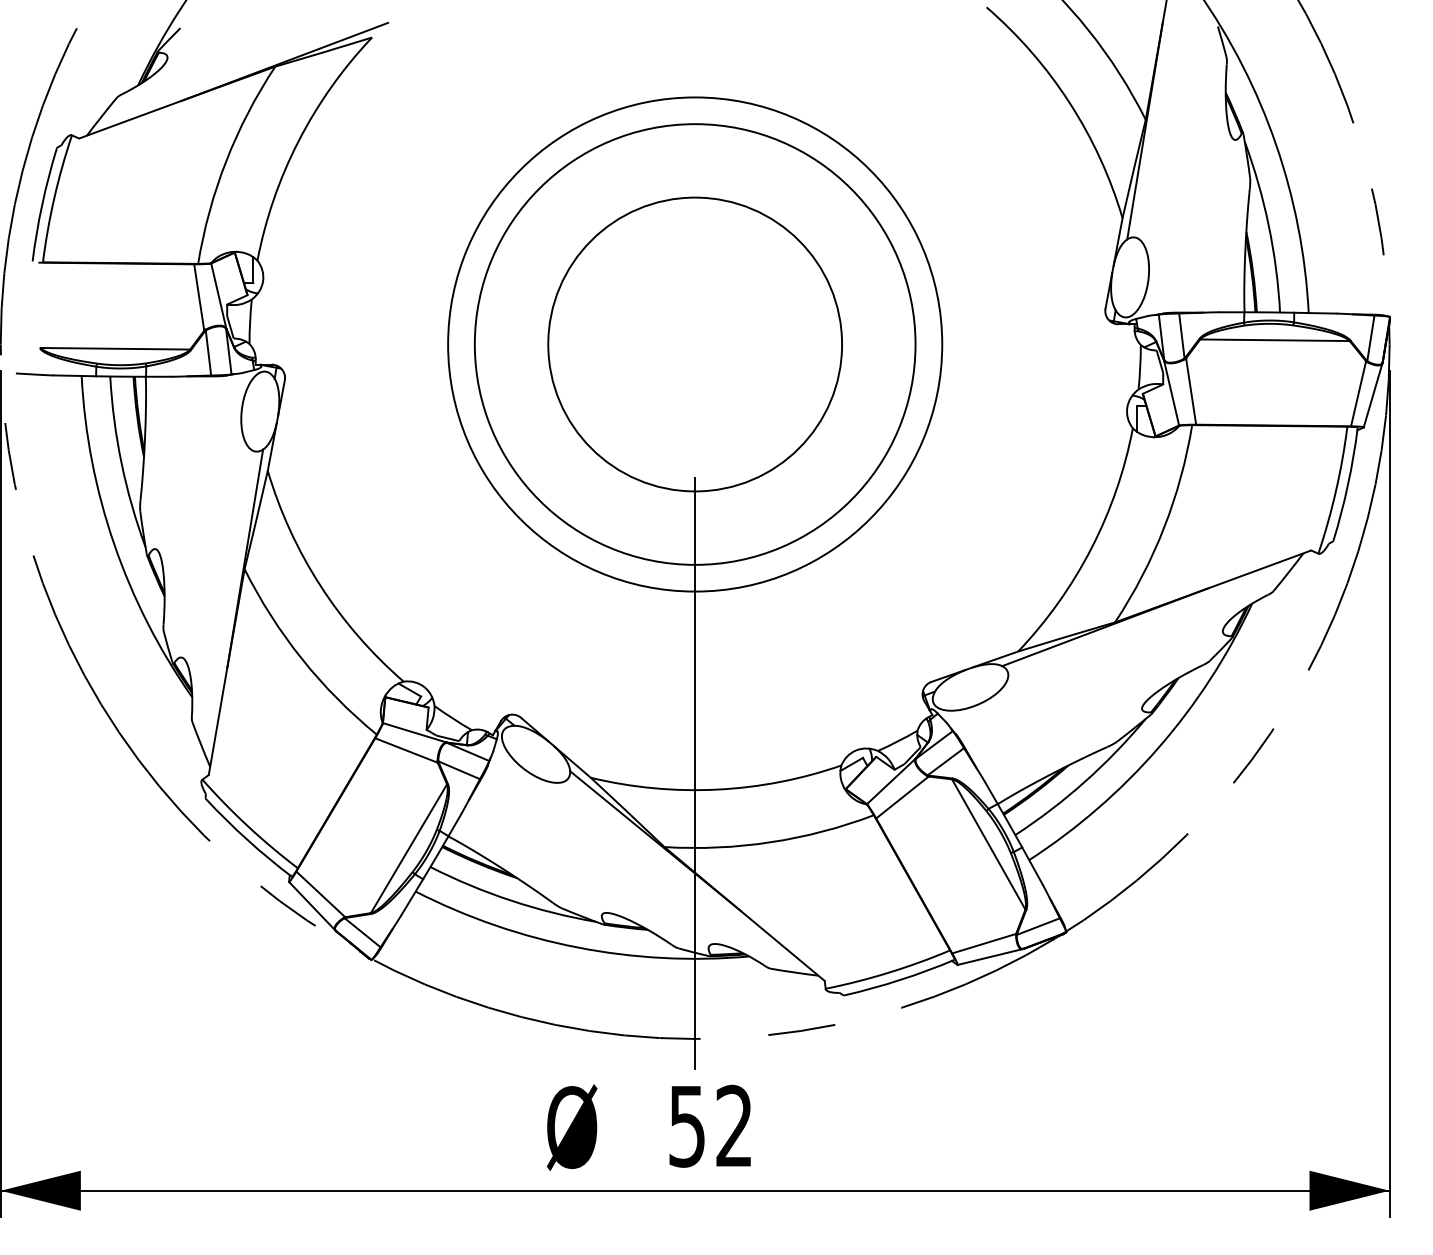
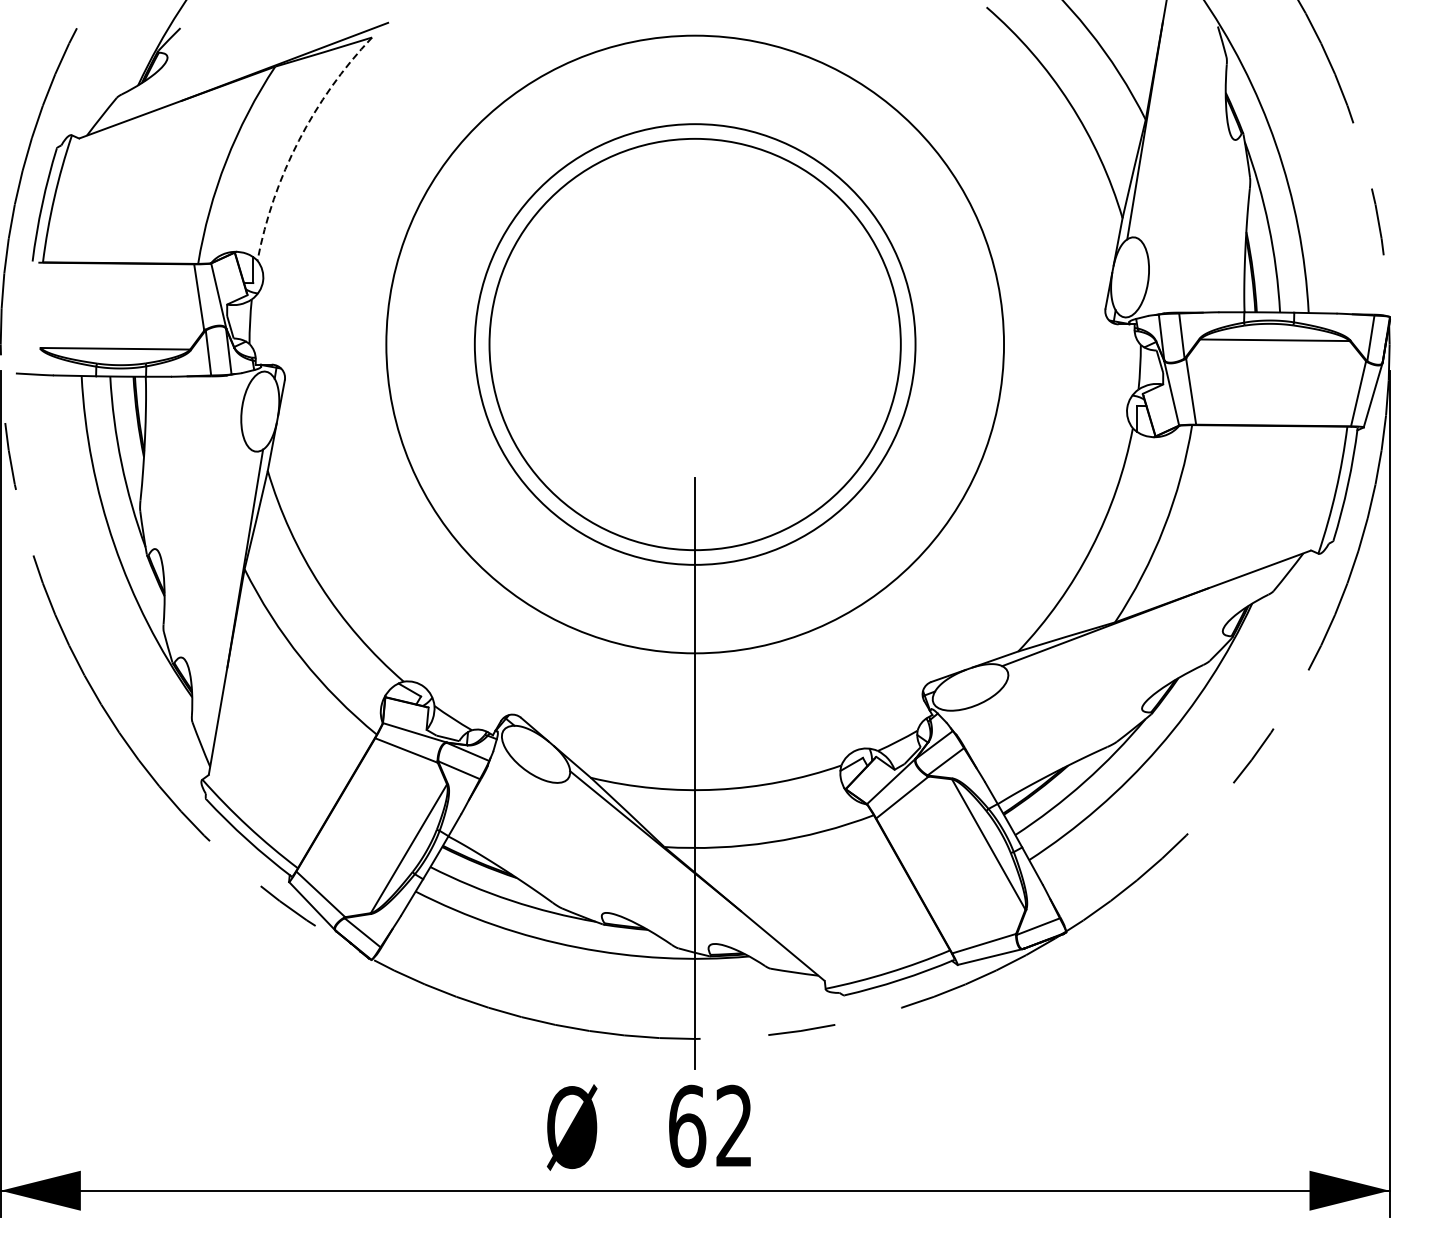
arc at (298, 140): solid -> dashed
circle at (695, 344) diameter: 294 px -> 411 px
circle at (695, 344) diameter: 494 px -> 618 px
text at (687, 1125): 52 -> 62
